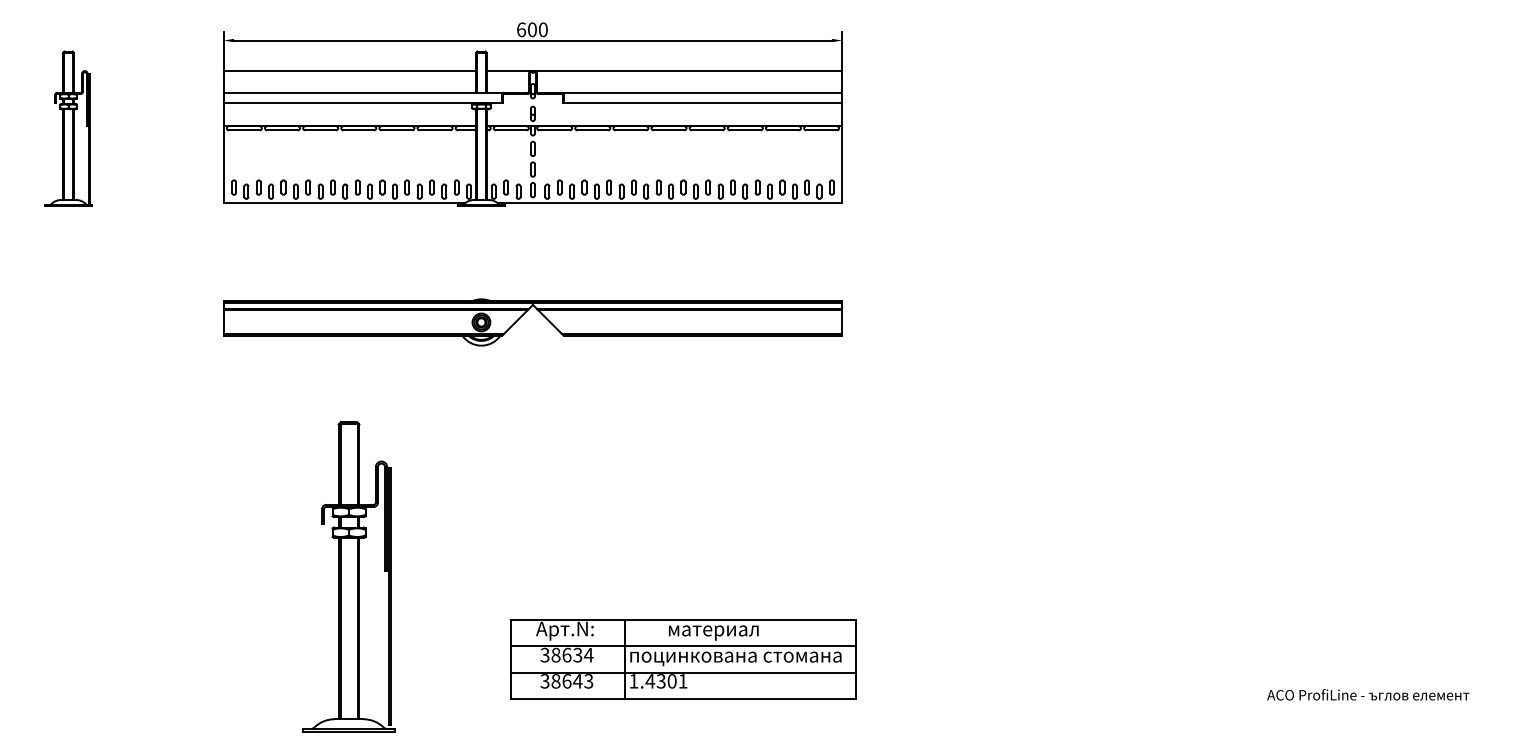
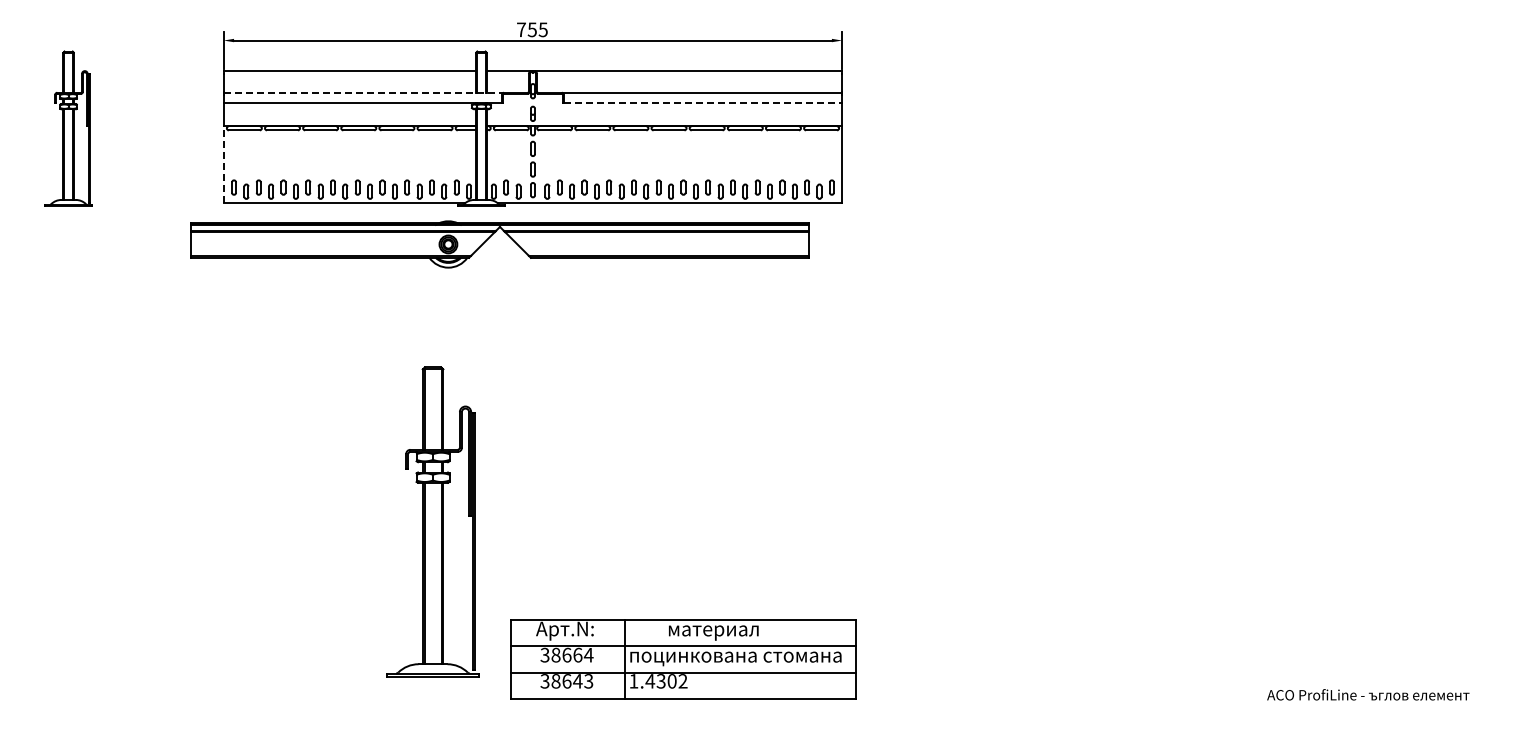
text at (532, 29): 600 -> 755
line at (364, 92): solid -> dashed
line at (703, 102): solid -> dashed
line at (223, 164): solid -> dashed
part at (524, 314) position: (524, 314) -> (491, 236)
part at (348, 576) position: (348, 576) -> (432, 521)
text at (577, 654): 38634 -> 38664
text at (682, 681): 1.4301 -> 1.4302
